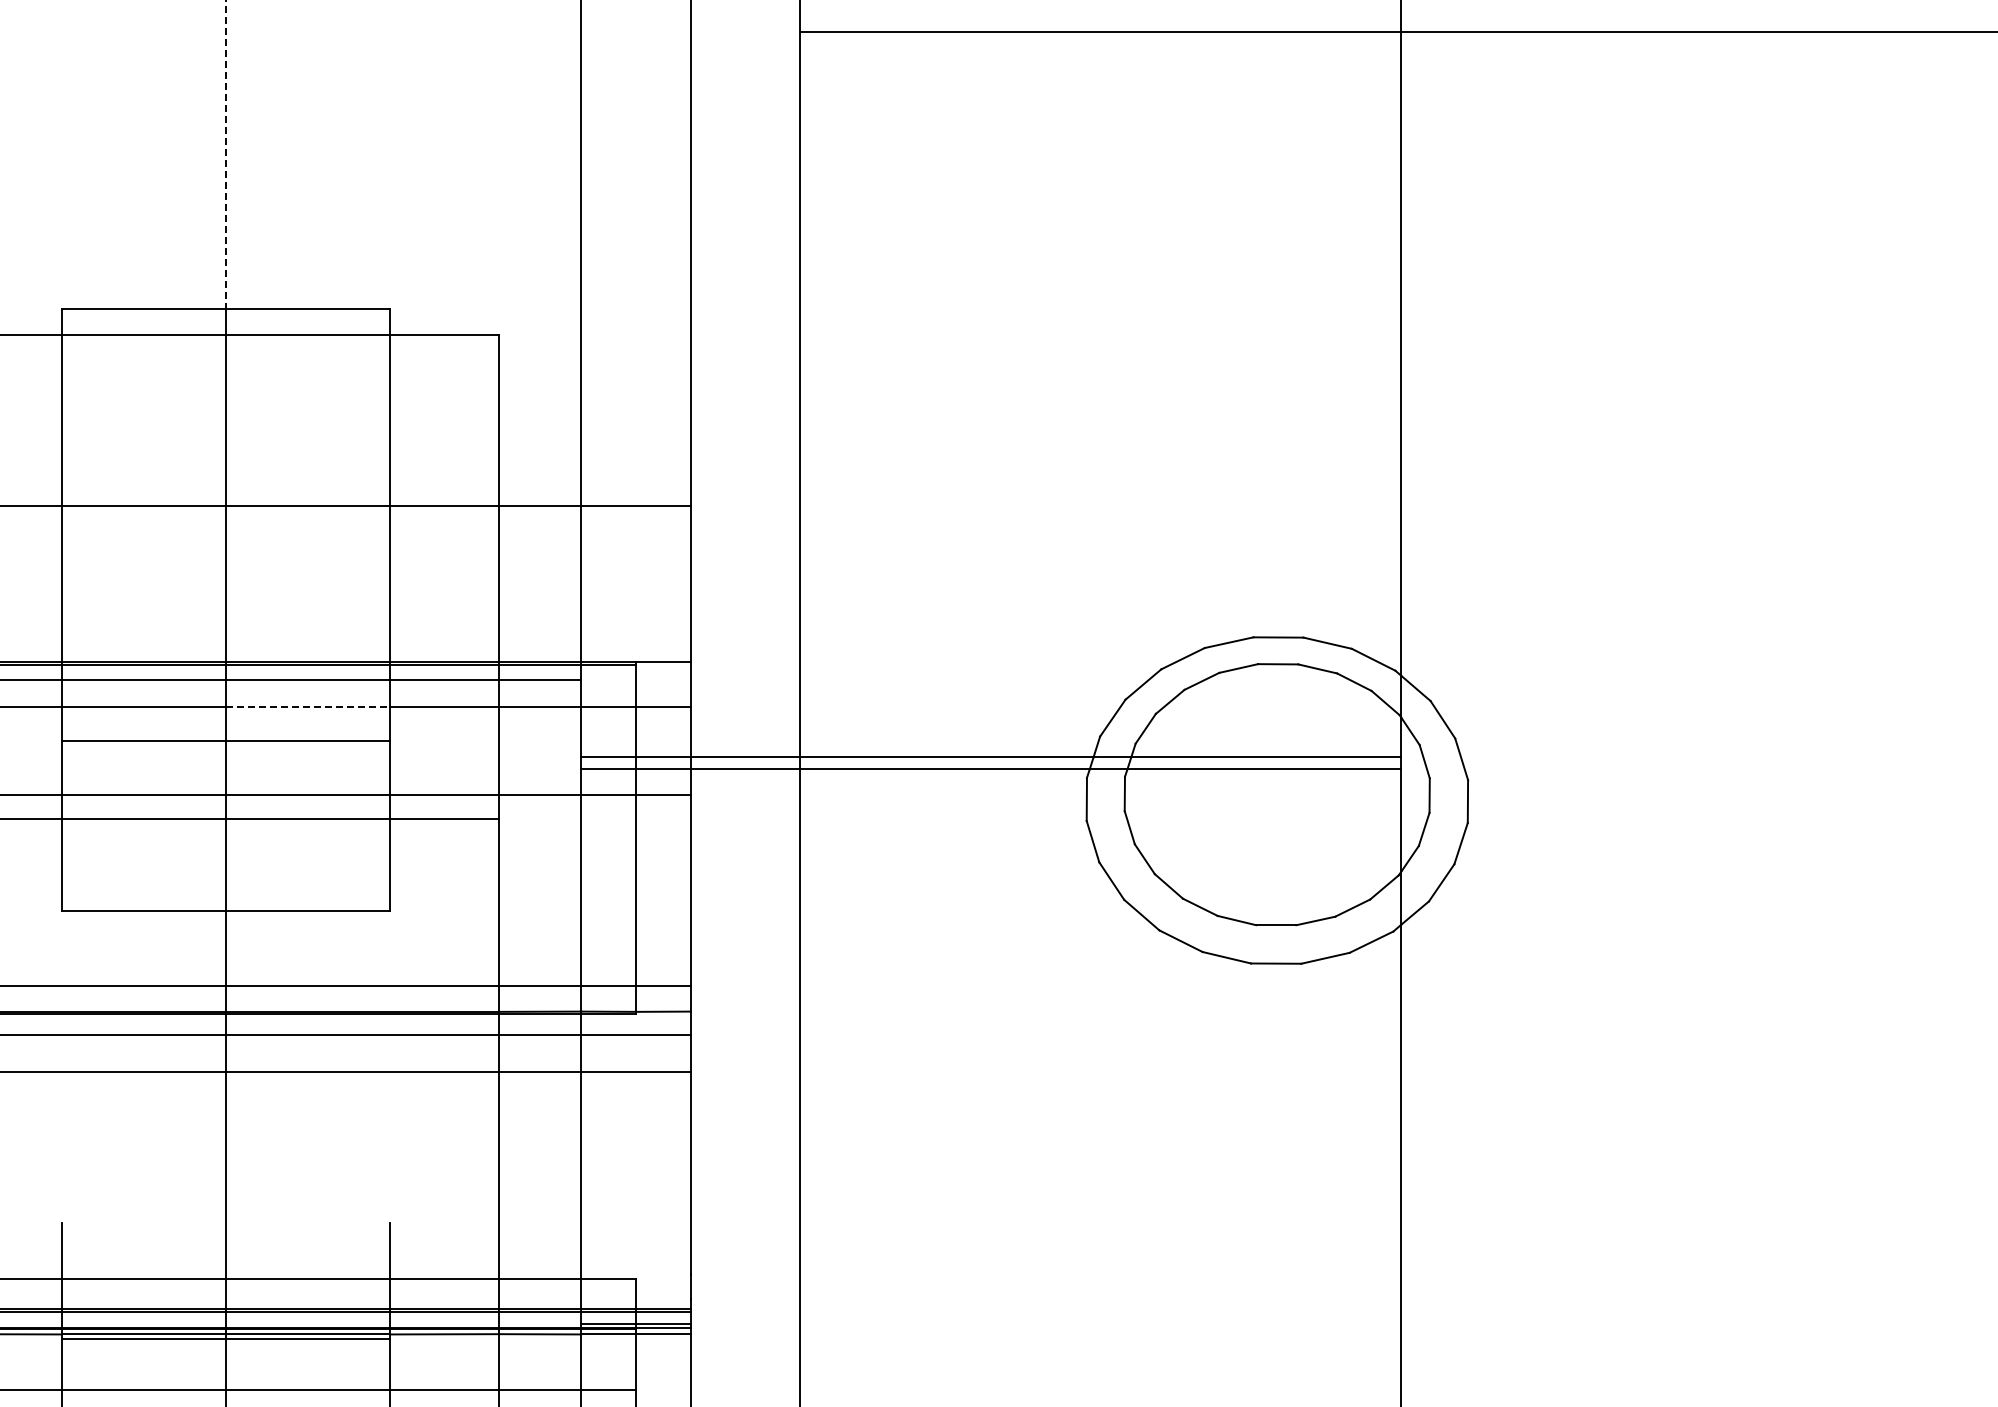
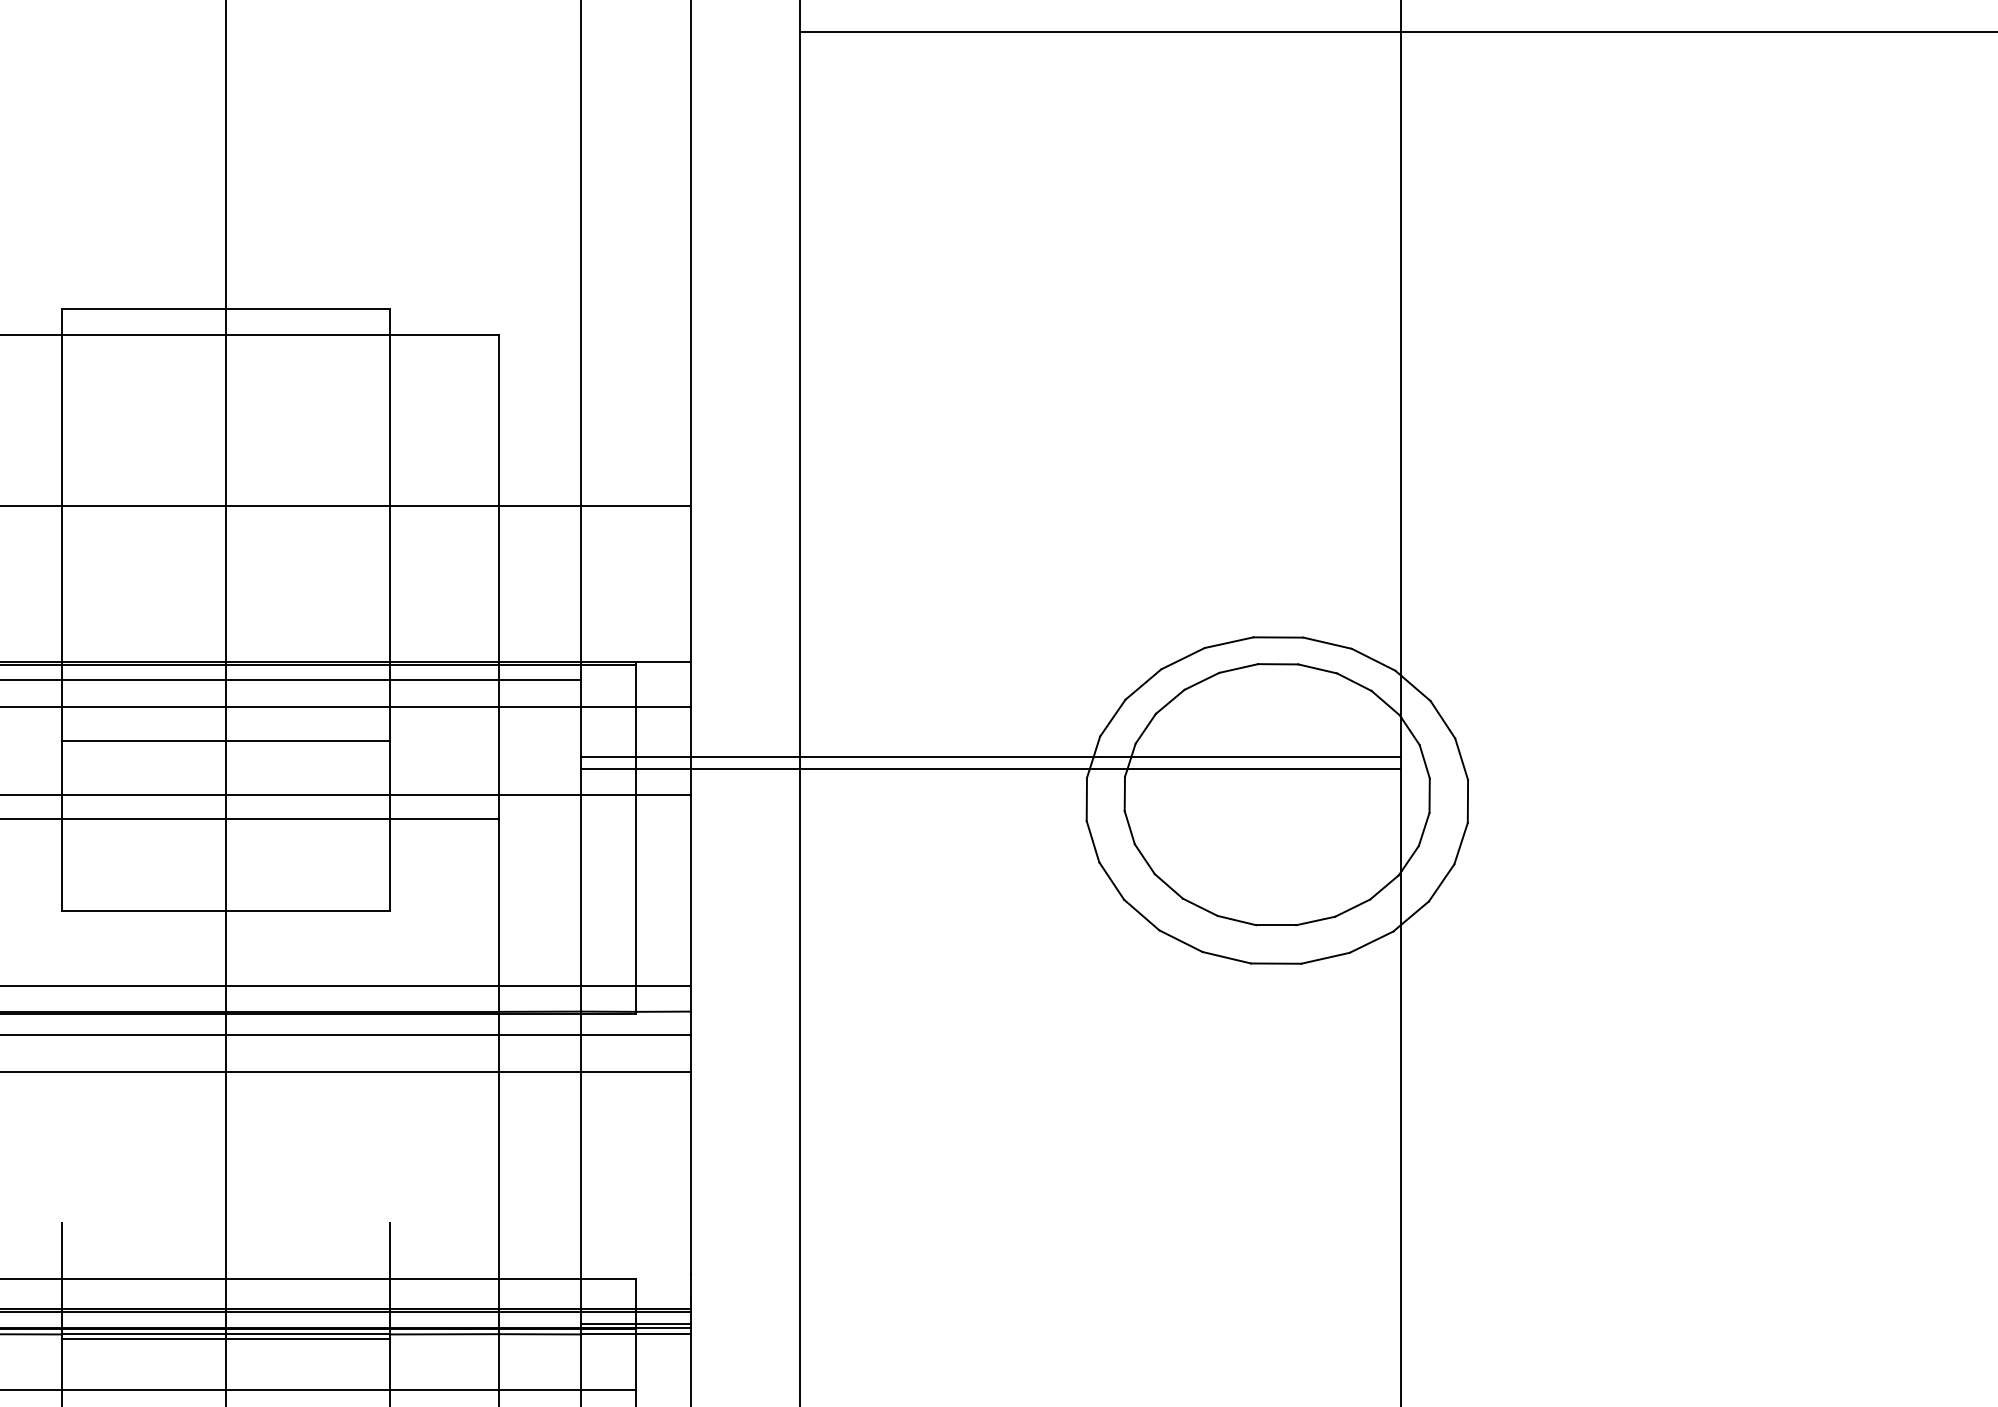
line at (225, 155): dashed -> solid
line at (308, 706): dashed -> solid
